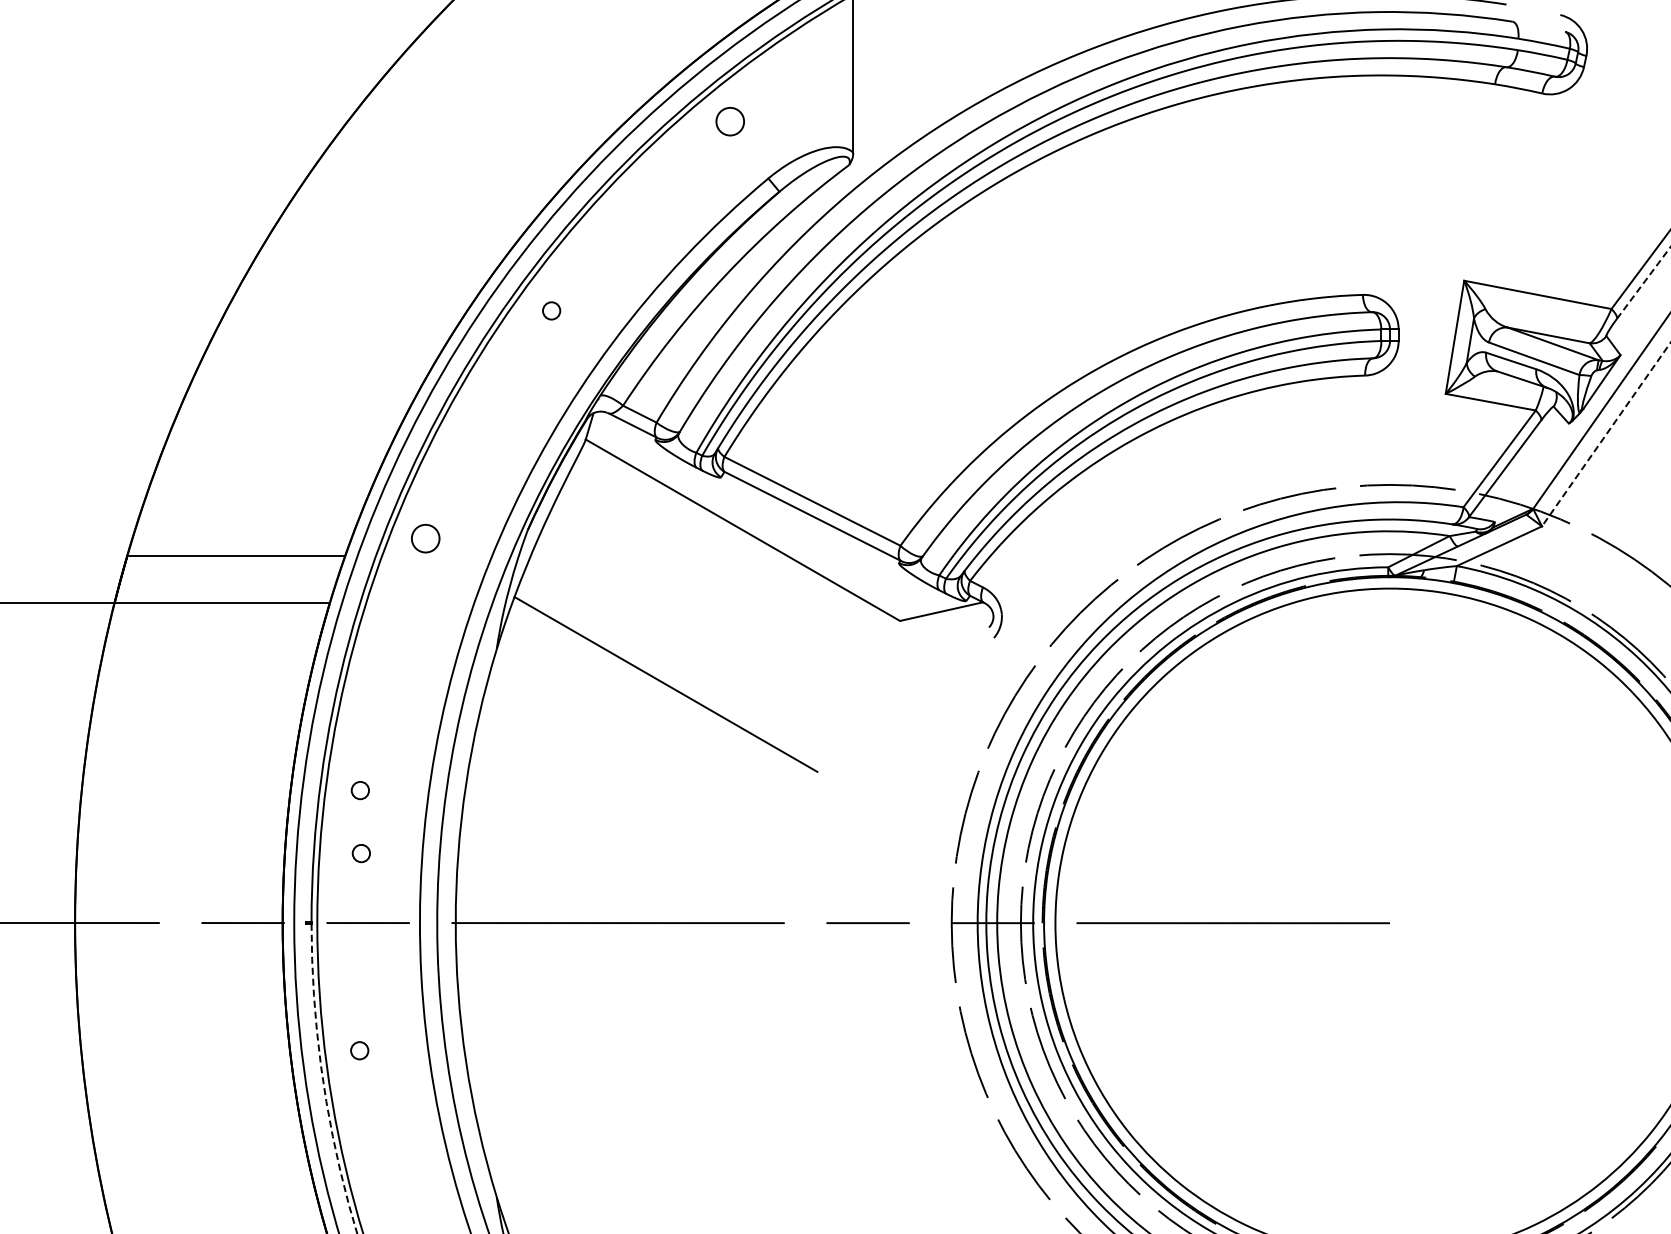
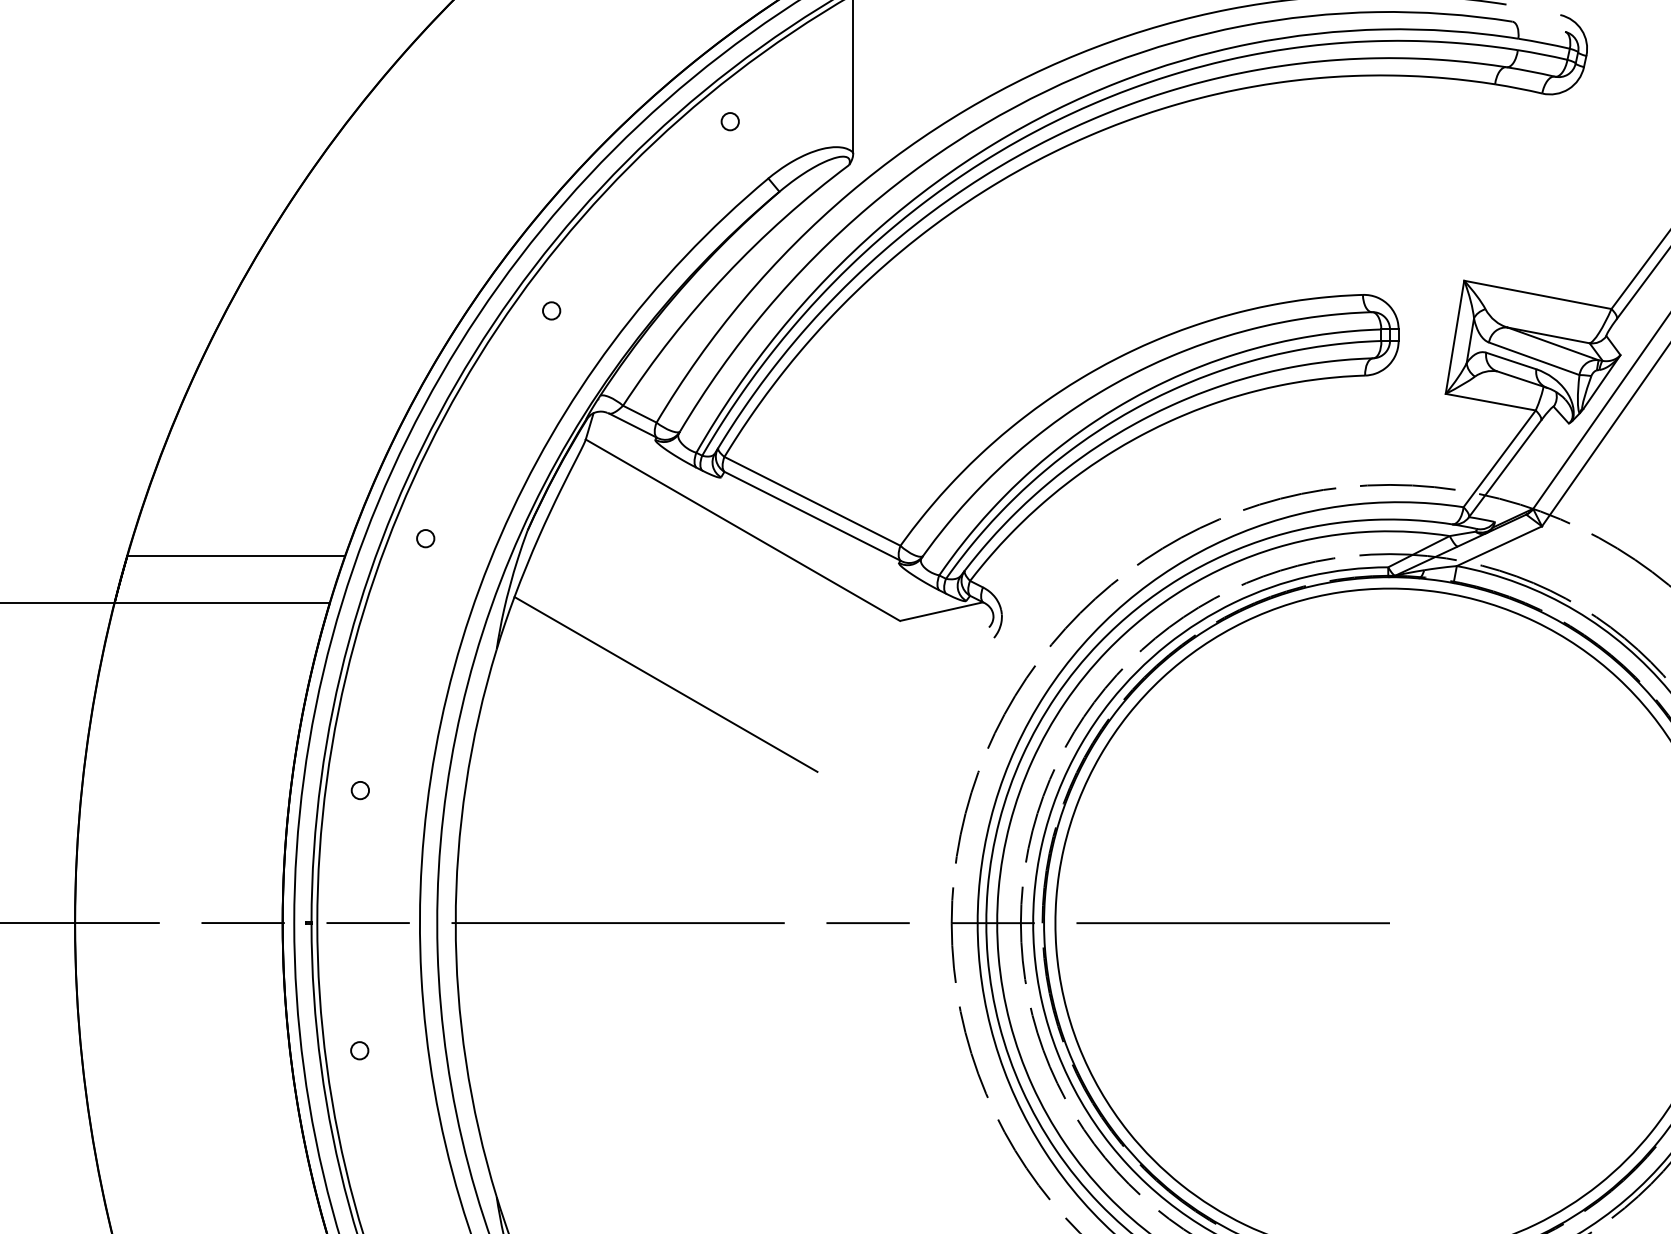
circle at (730, 121) diameter: 28 px -> 17 px
line at (1643, 282): dashed -> solid
line at (1606, 434): dashed -> solid
circle at (425, 538) diameter: 28 px -> 17 px
circle at (360, 853): present -> none
arc at (323, 1081): dashed -> solid
